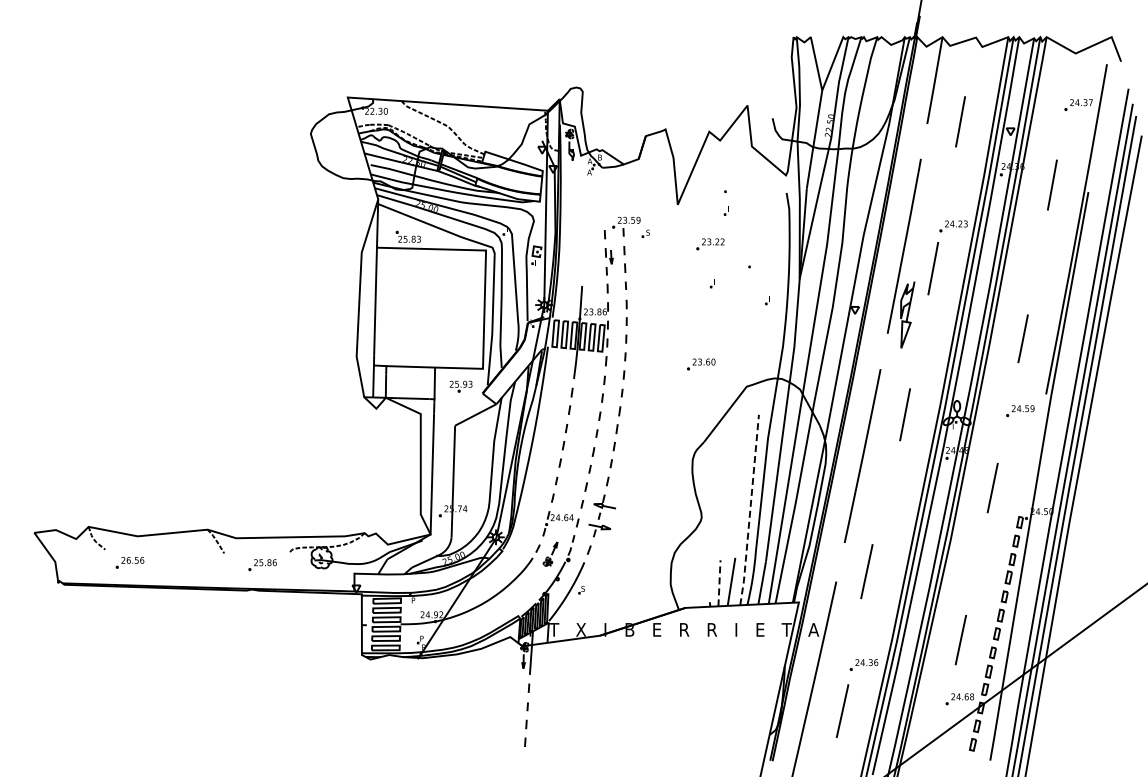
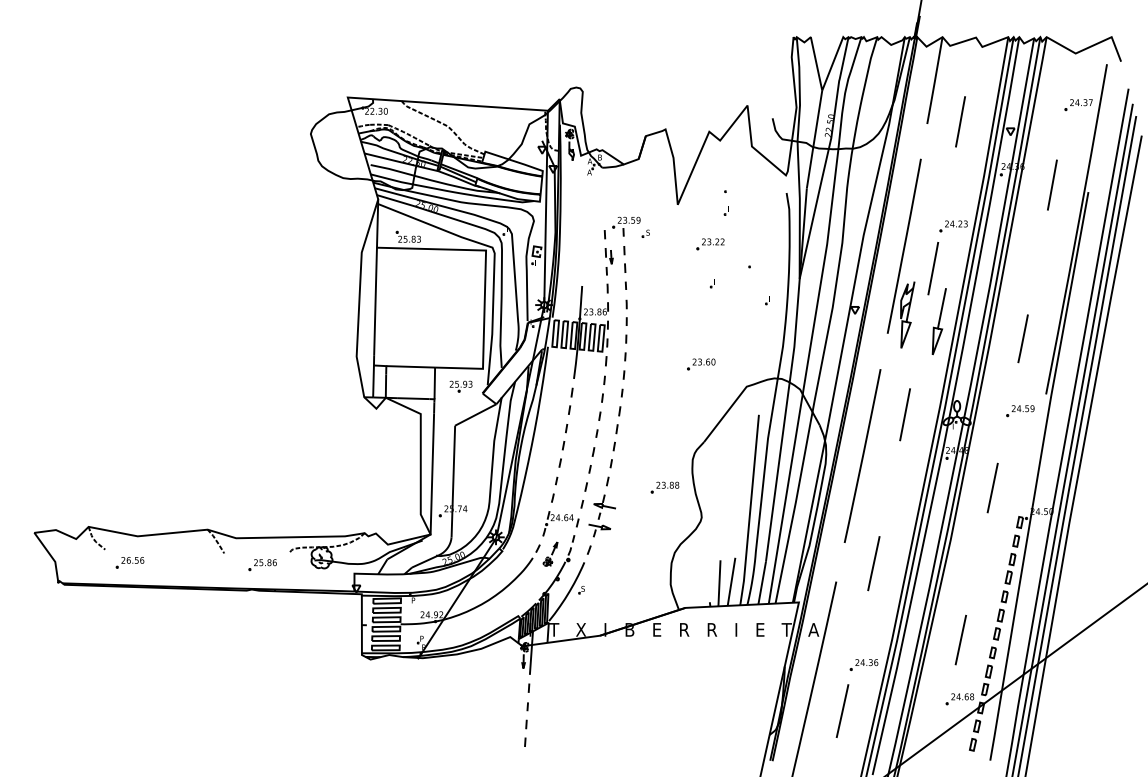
curve at (938, 321): none -> present
part at (664, 487): none -> present
line at (750, 511): dashed -> solid
line at (866, 571) position: (866, 571) -> (873, 563)
line at (719, 582): dashed -> solid
